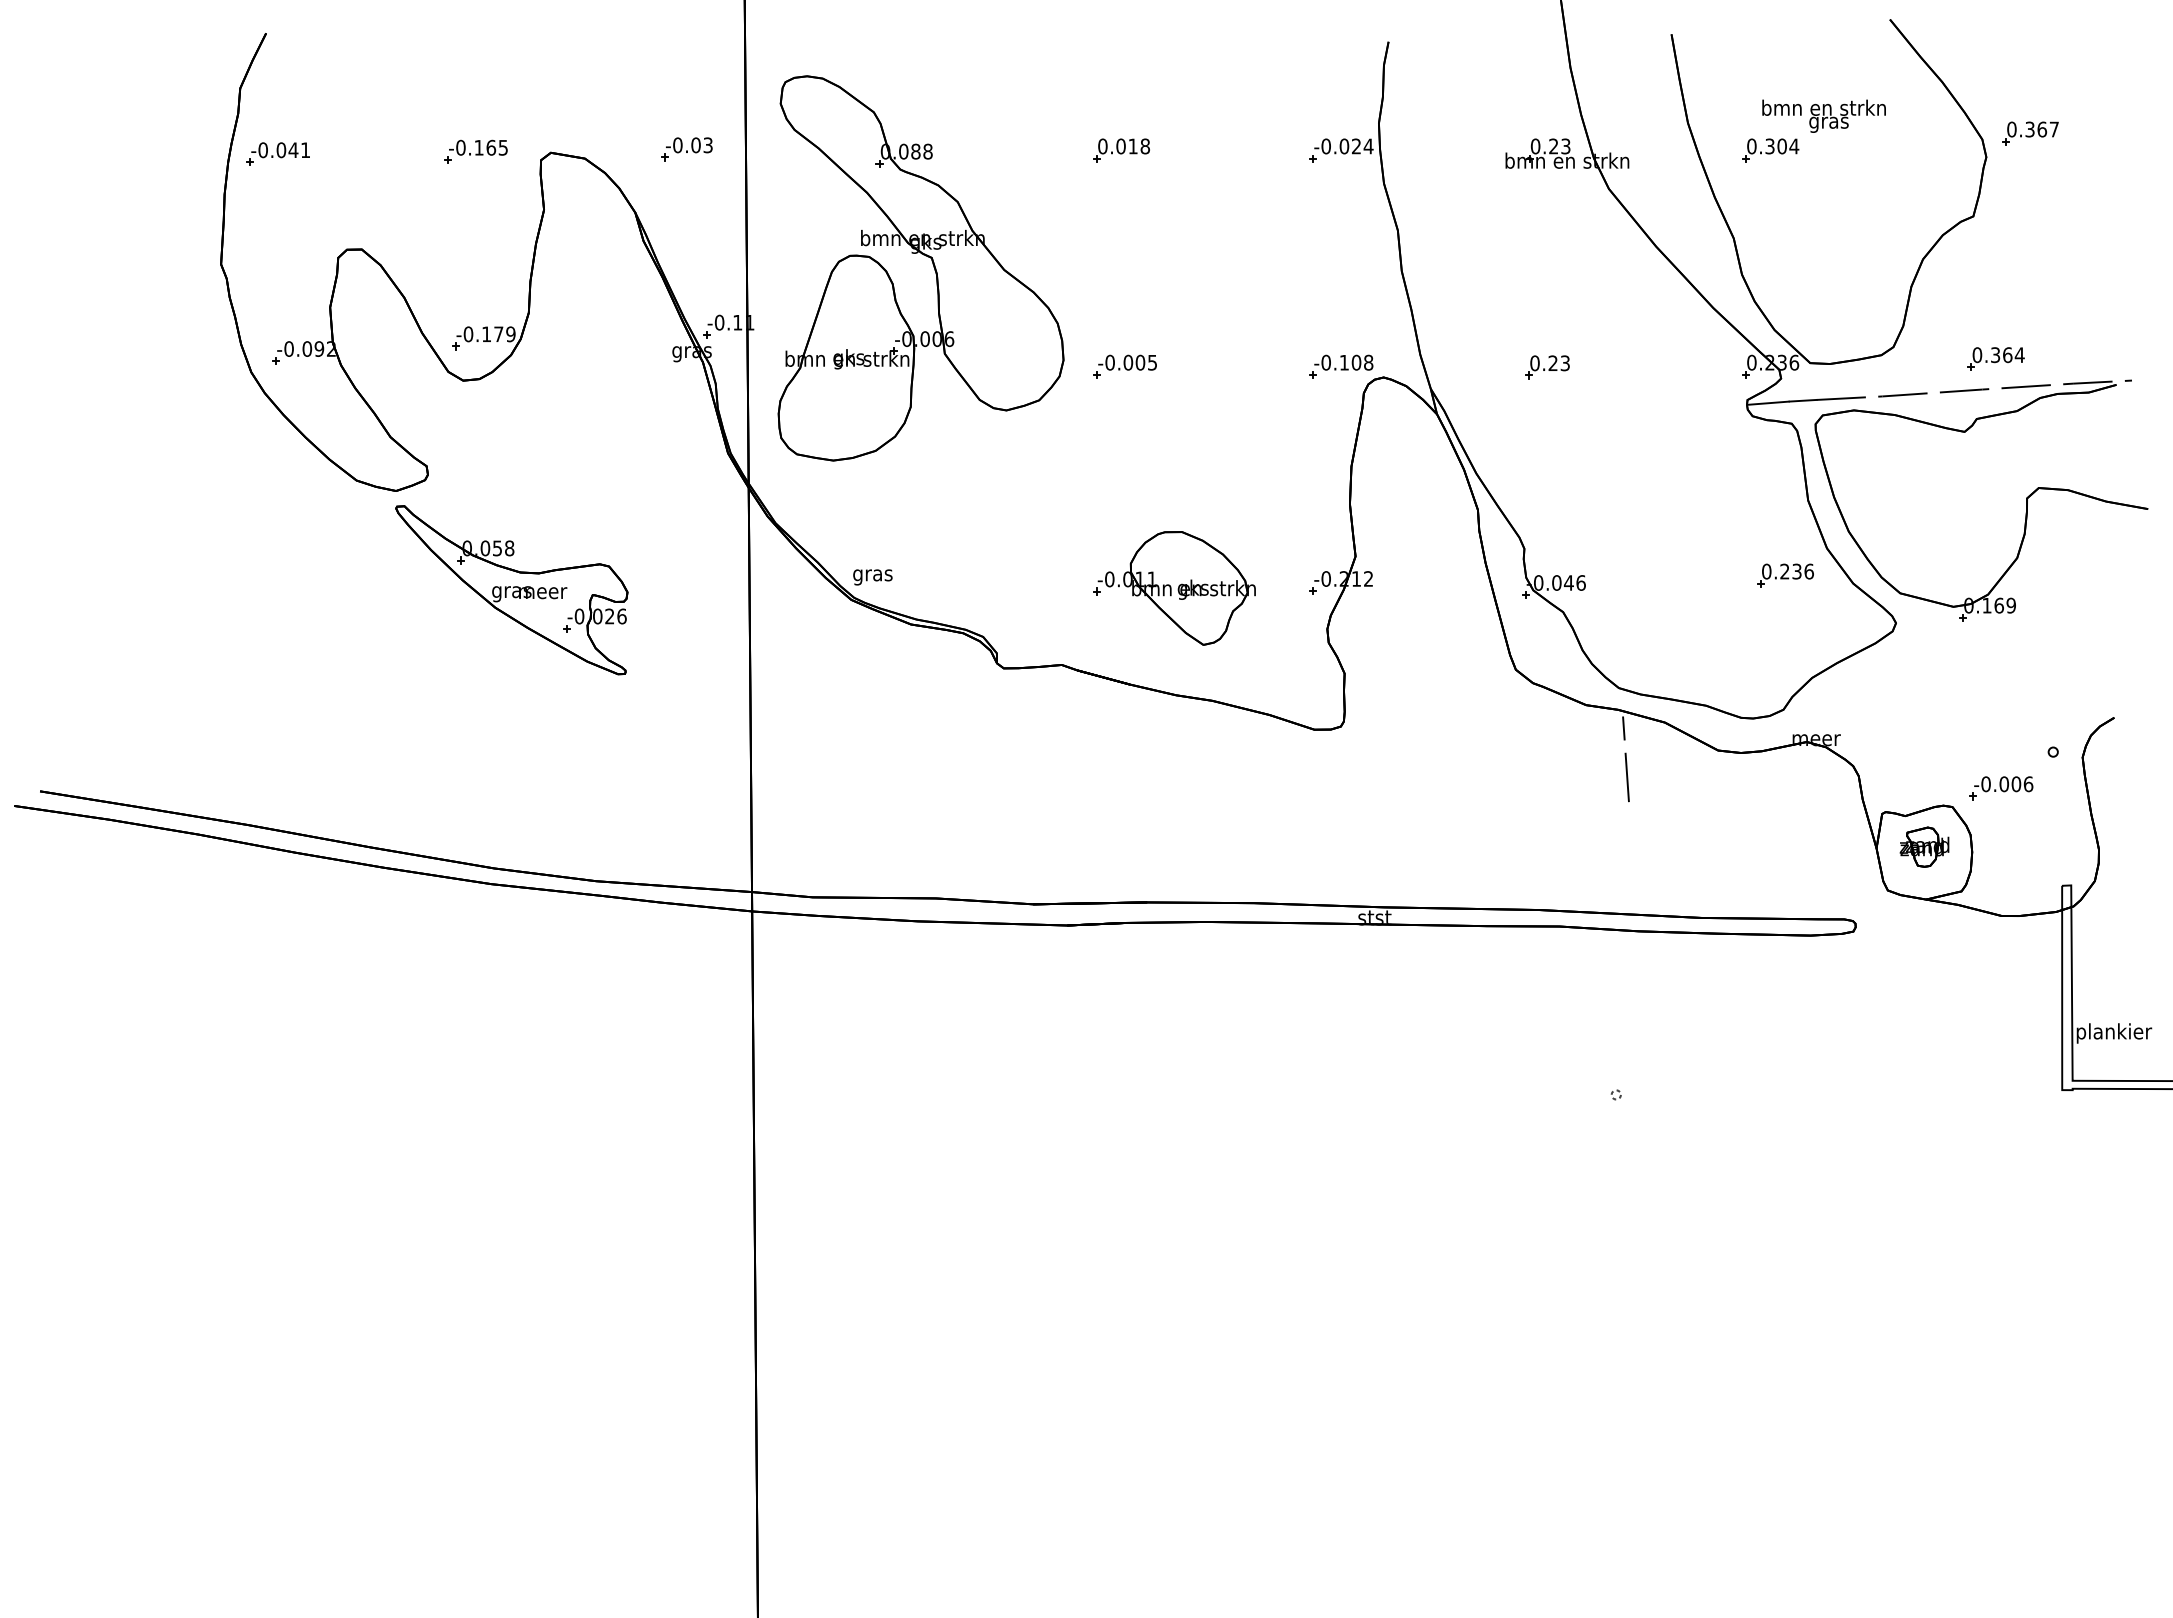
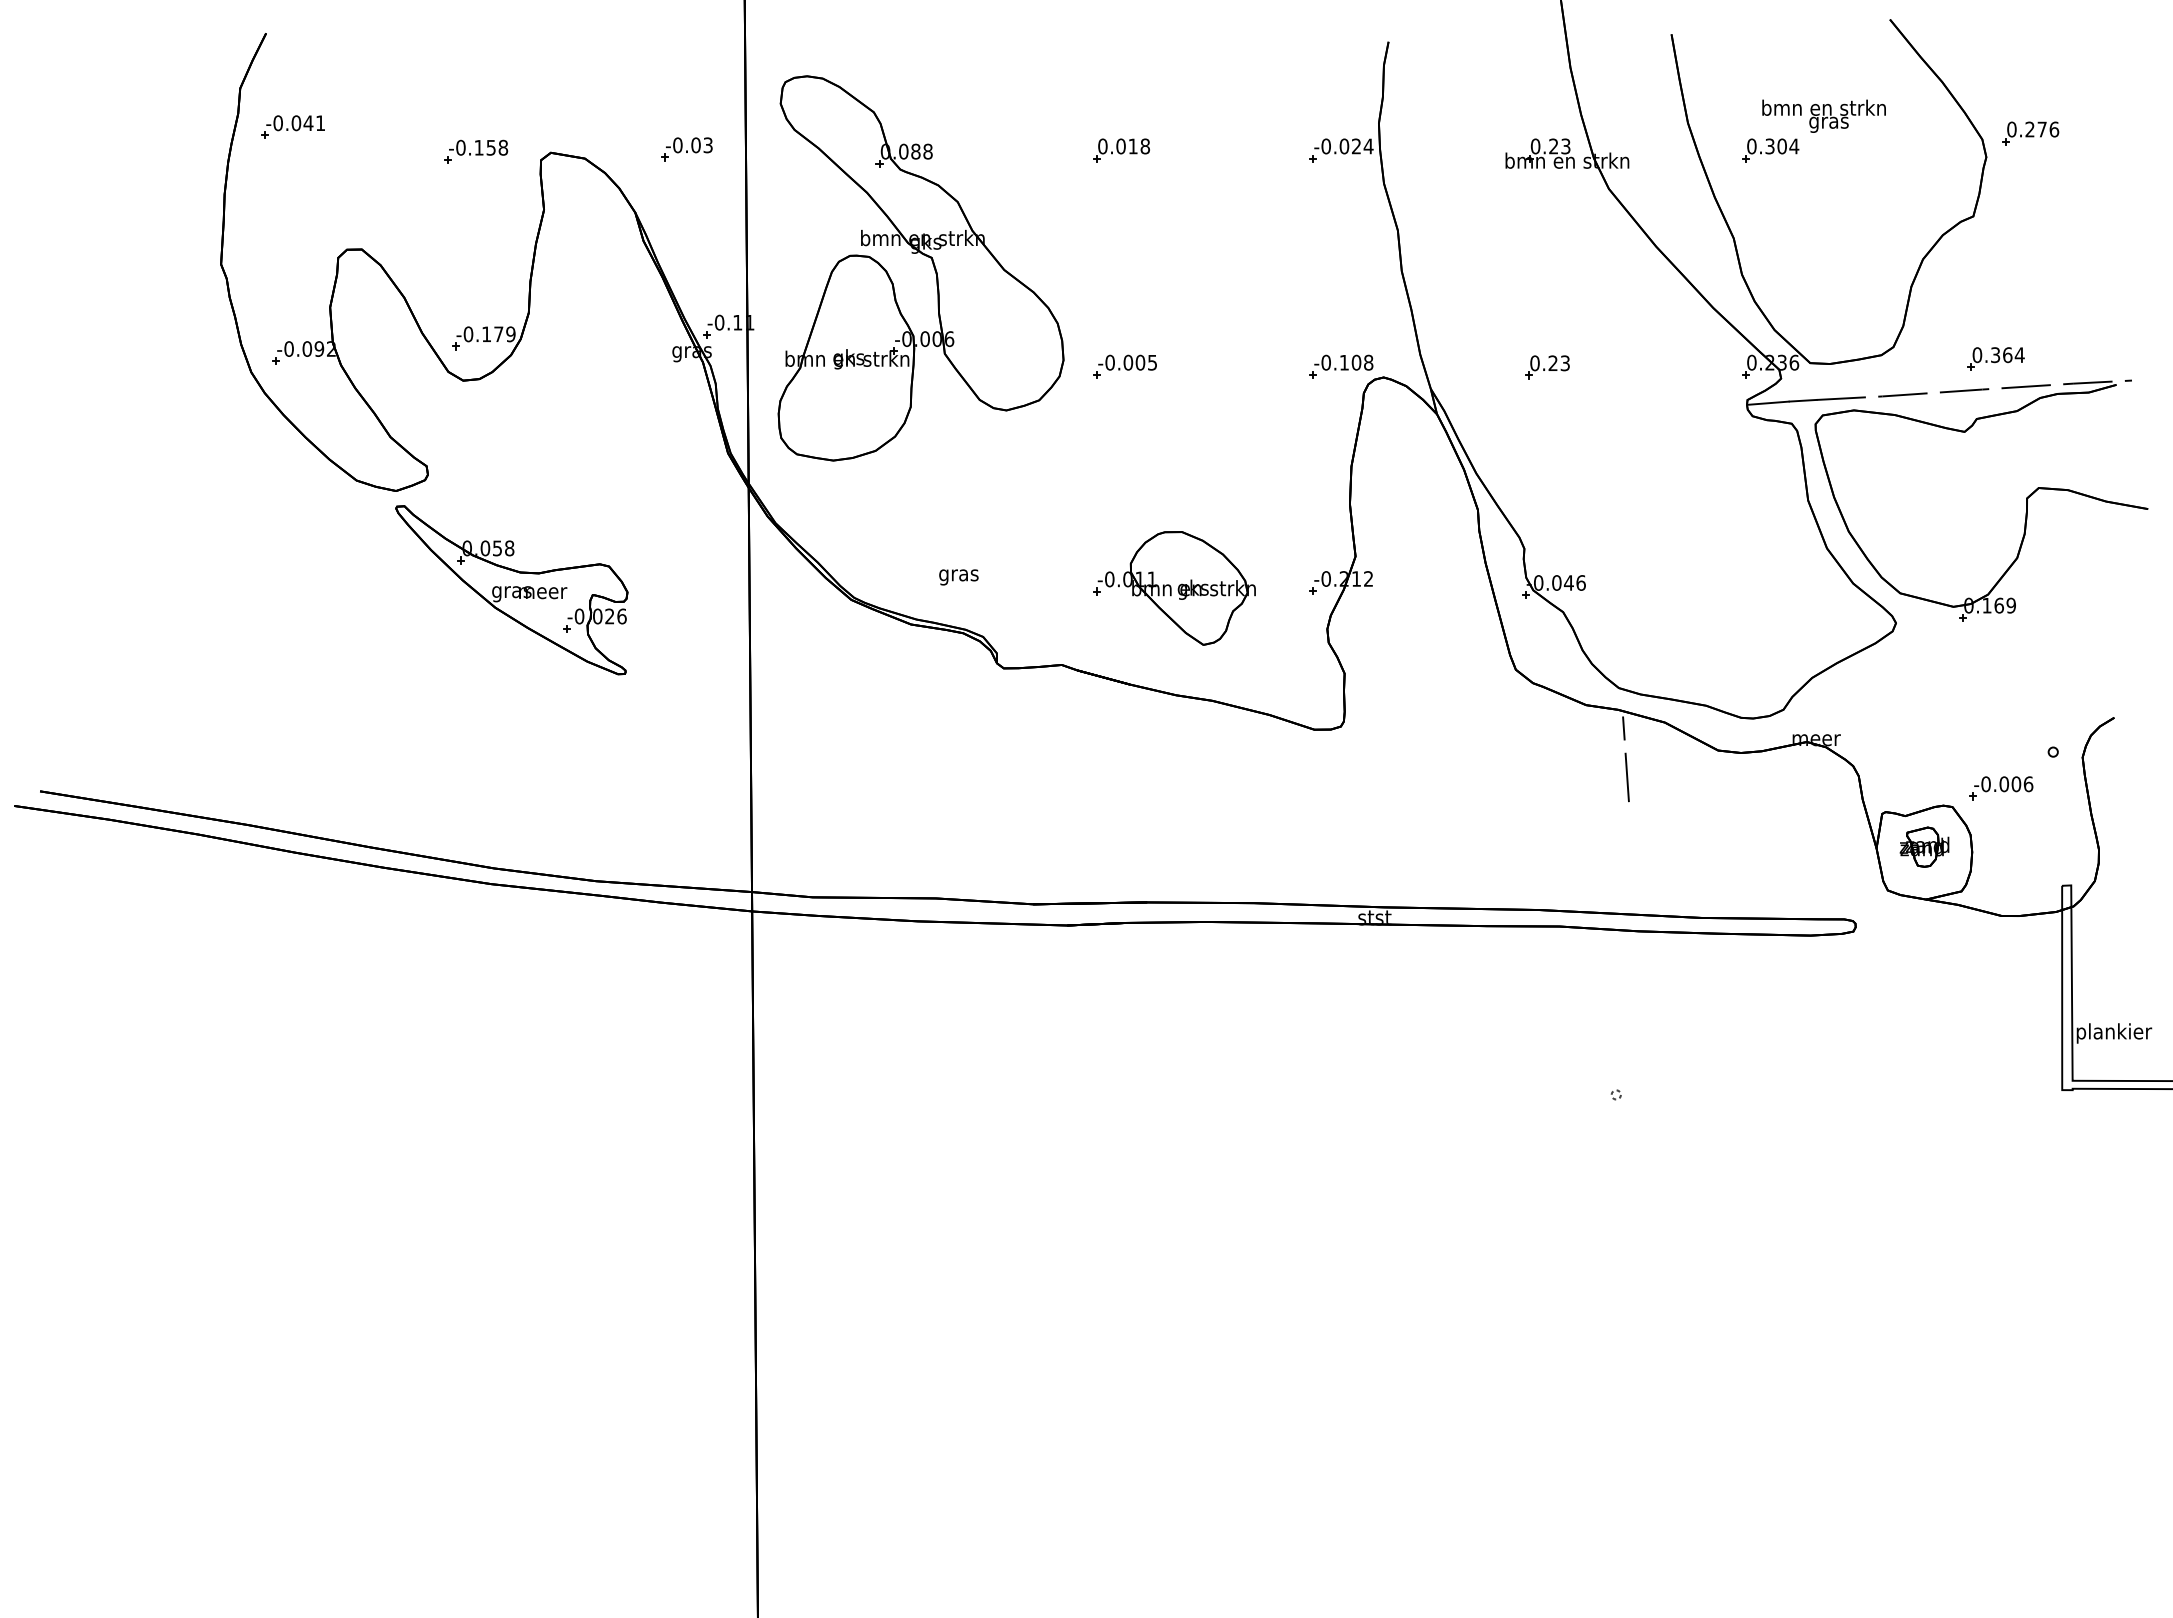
text at (2042, 129): 0.367 -> 0.276
text at (497, 147): -0.165 -> -0.158
part at (277, 153) position: (277, 153) -> (292, 126)
part at (1785, 575): present -> none
text at (872, 577) position: (872, 577) -> (958, 577)
